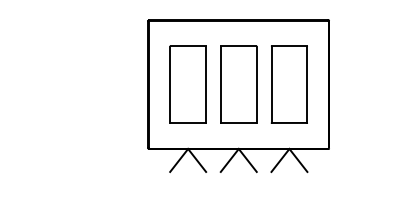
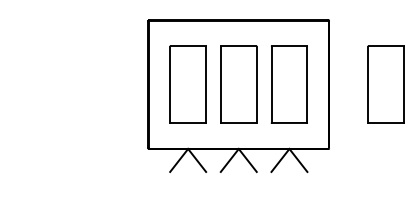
part at (385, 84): none -> present
